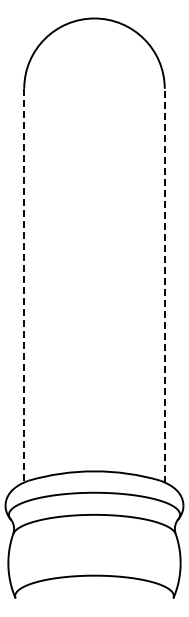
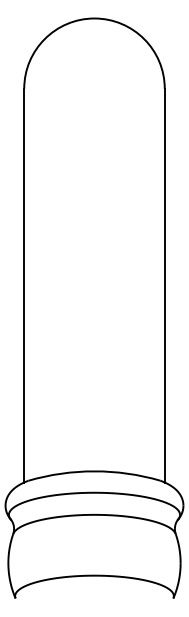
line at (24, 285): dashed -> solid
line at (164, 285): dashed -> solid
